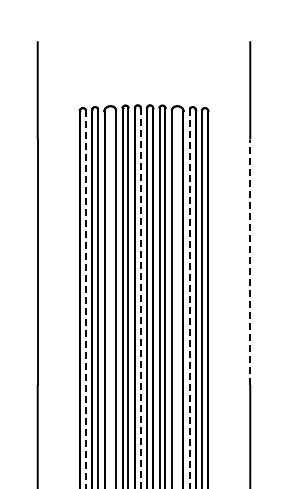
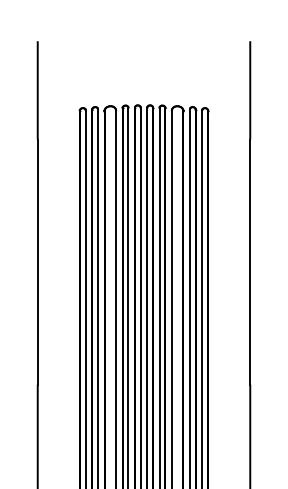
line at (250, 262): dashed -> solid
line at (140, 298): dashed -> solid
line at (85, 299): dashed -> solid
line at (190, 299): dashed -> solid
